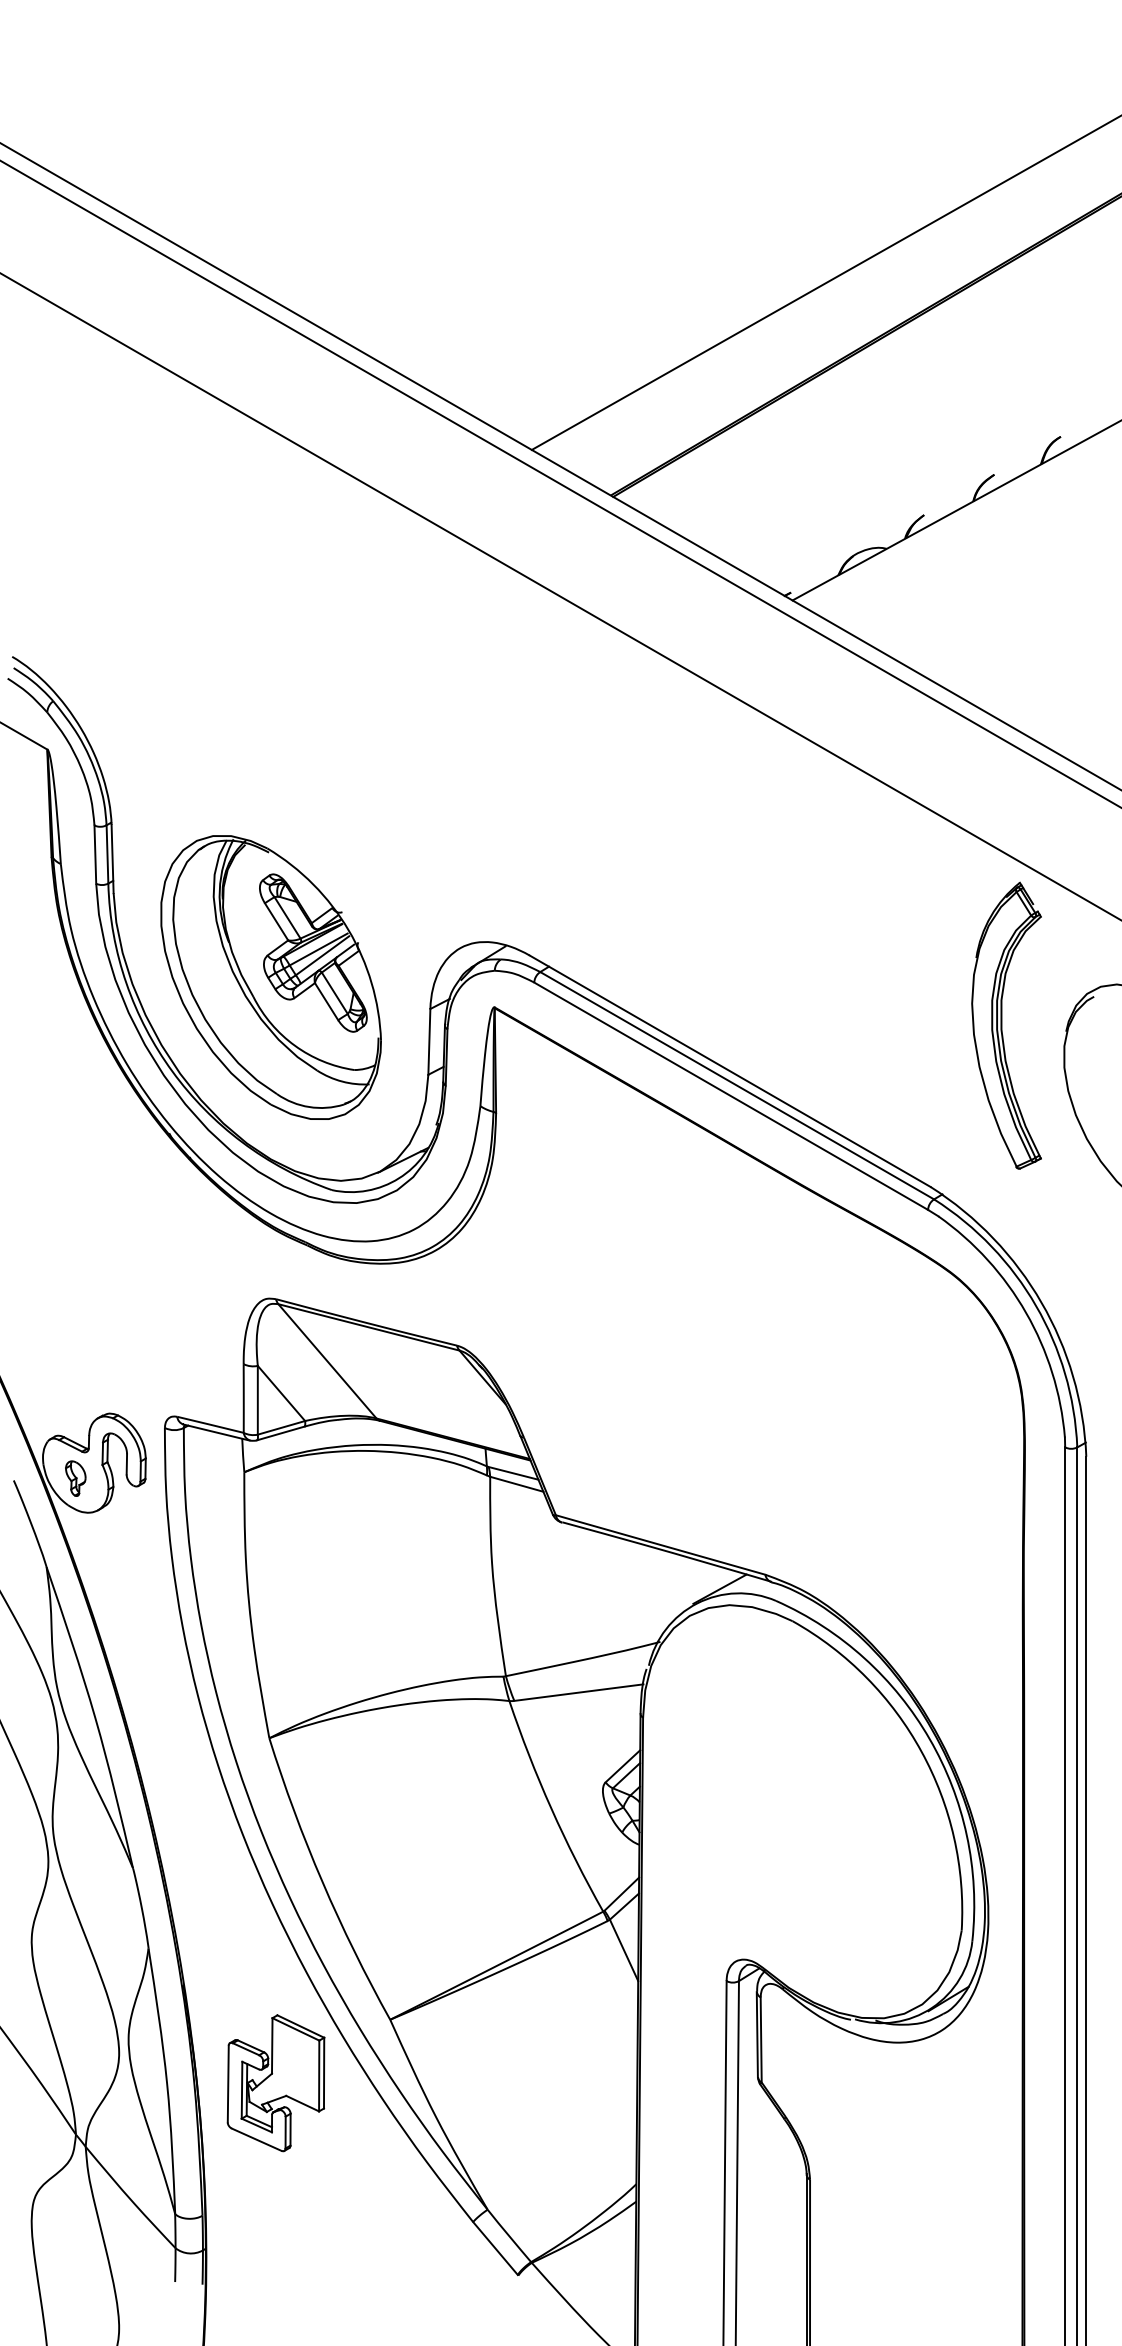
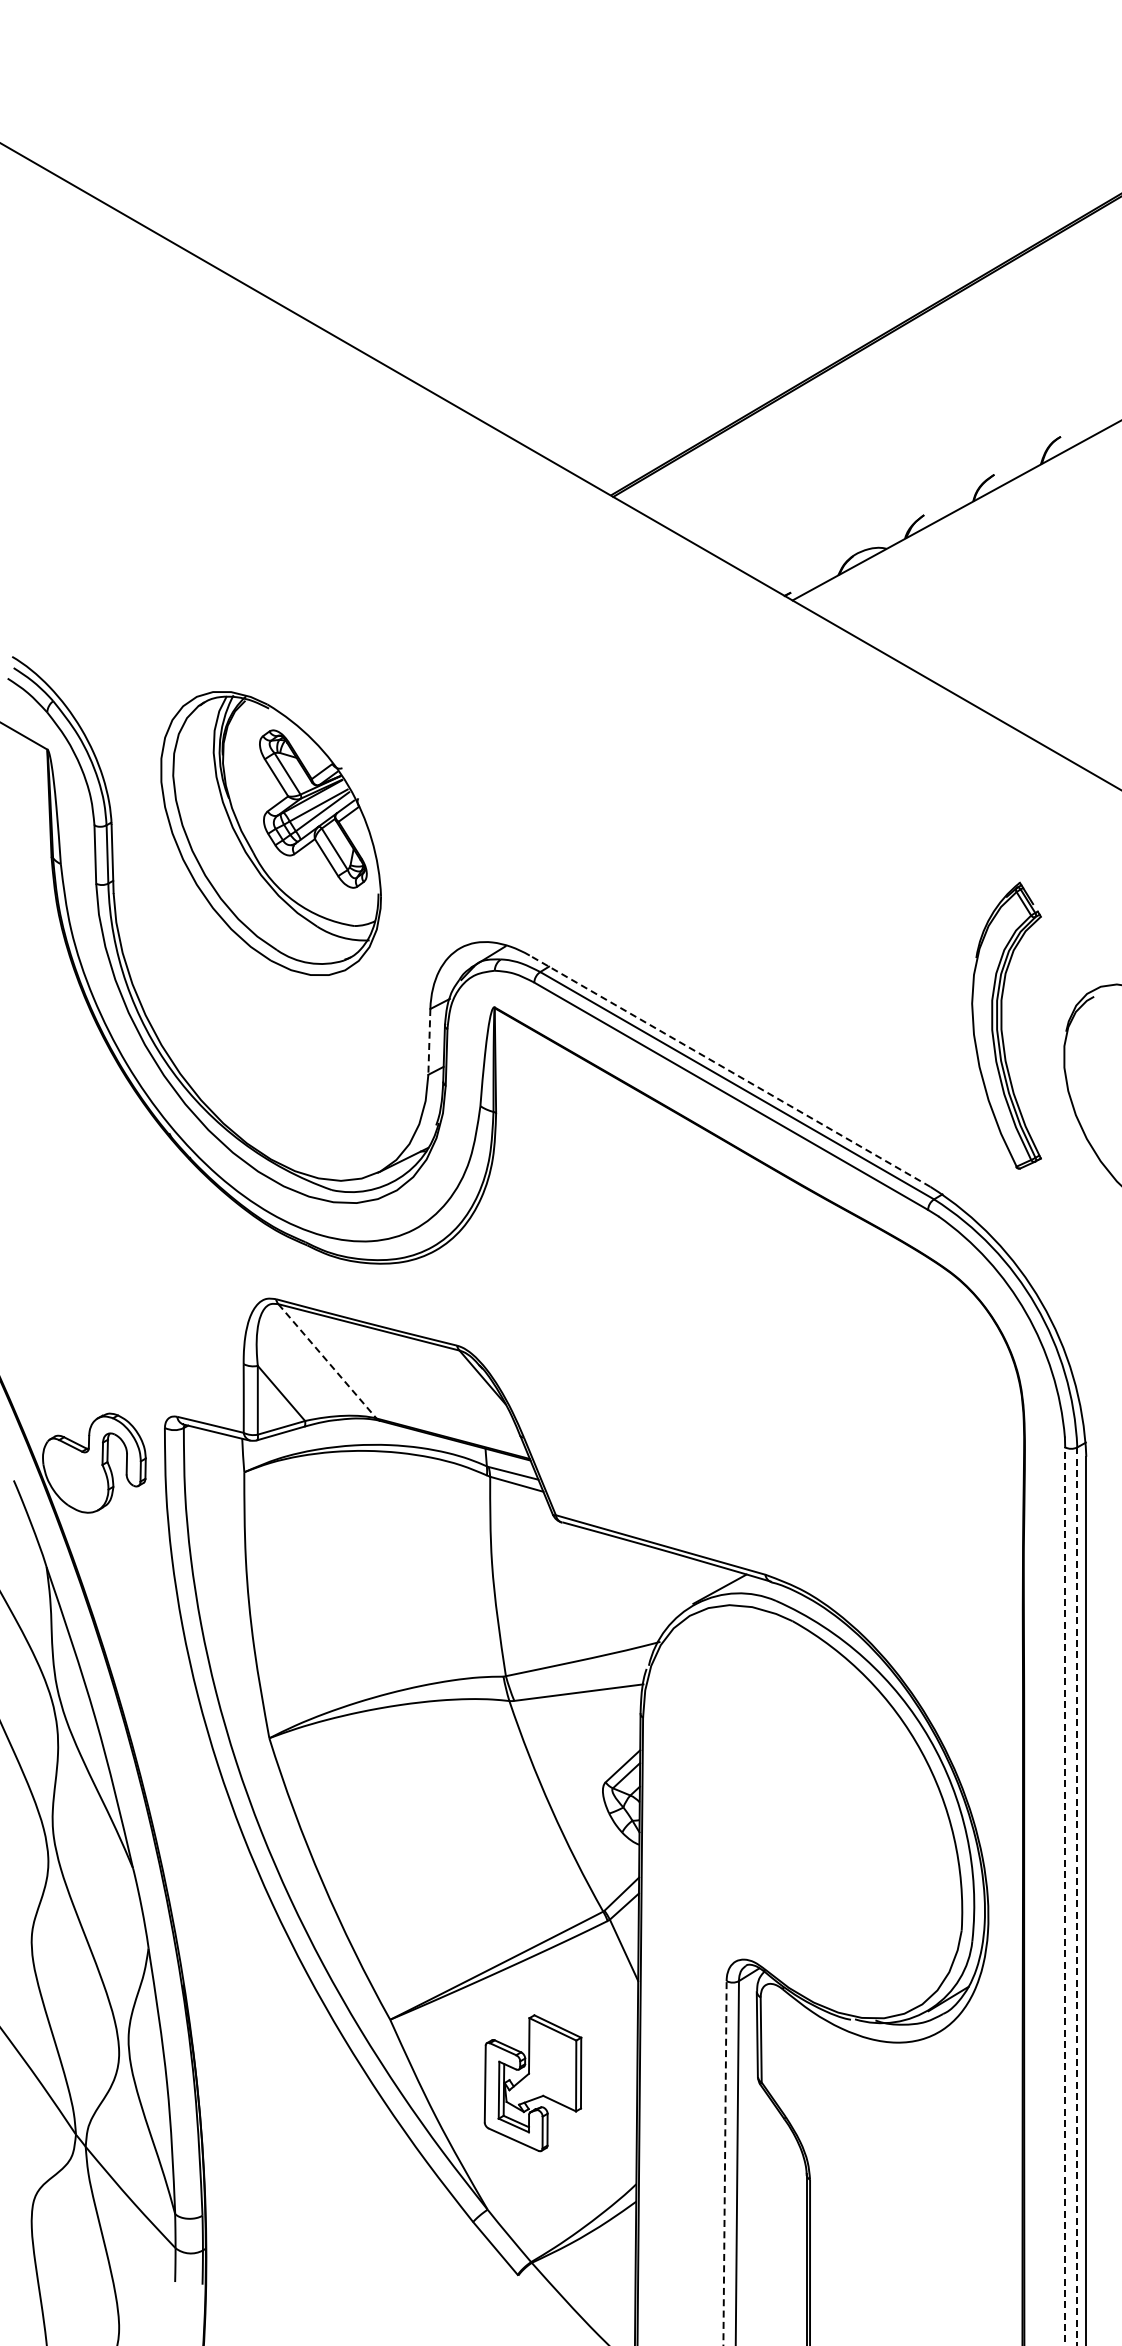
line at (824, 283): present -> none
line at (560, 483): present -> none
line at (560, 596): present -> none
part at (270, 977) position: (270, 977) -> (270, 833)
line at (429, 1041): solid -> dashed
line at (729, 1070): solid -> dashed
line at (327, 1361): solid -> dashed
part at (75, 1478): present -> none
line at (1065, 1895): solid -> dashed
line at (1077, 1897): solid -> dashed
part at (275, 2083) position: (275, 2083) -> (532, 2083)
line at (725, 2162): solid -> dashed
